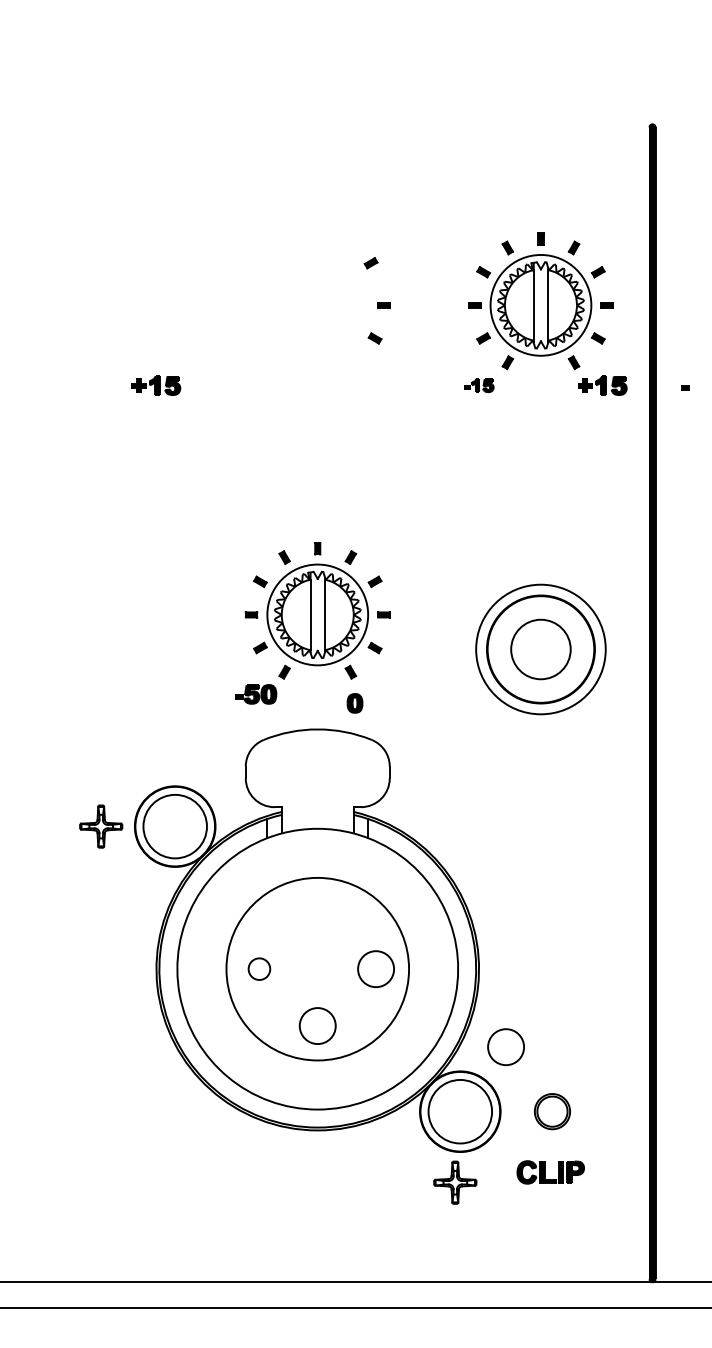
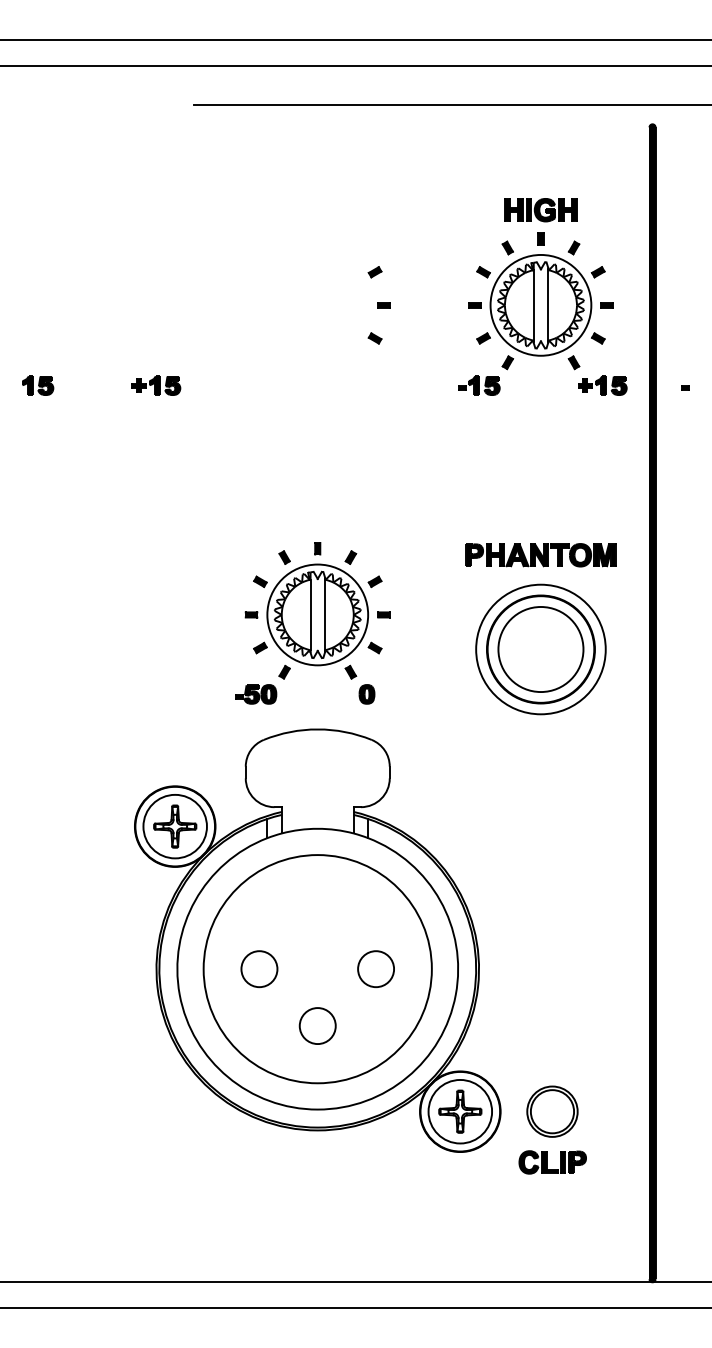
line at (355, 40): none -> present
line at (355, 66): none -> present
line at (450, 105): none -> present
part at (540, 210): none -> present
part at (370, 263) position: (370, 263) -> (374, 272)
part at (38, 385): none -> present
part at (479, 385) size: 31x16 px -> 43x21 px
part at (540, 555): none -> present
circle at (540, 649) diameter: 60 px -> 85 px
part at (354, 703) position: (354, 703) -> (366, 694)
part at (101, 826) position: (101, 826) -> (175, 826)
circle at (259, 968) diameter: 22 px -> 36 px
circle at (317, 968) diameter: 183 px -> 228 px
circle at (505, 1047): present -> none
part at (552, 1111) size: 37x38 px -> 53x53 px
part at (550, 1172) position: (550, 1172) -> (552, 1162)
part at (455, 1182) position: (455, 1182) -> (460, 1111)
